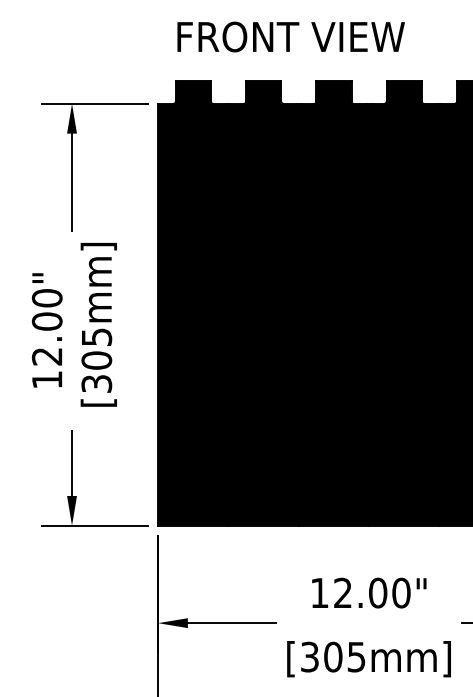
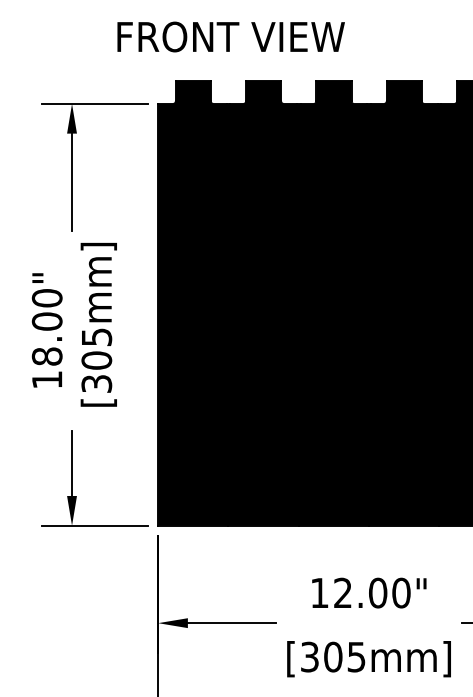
text at (290, 36) position: (290, 36) -> (230, 36)
text at (47, 356): 12.00" -> 18.00"
